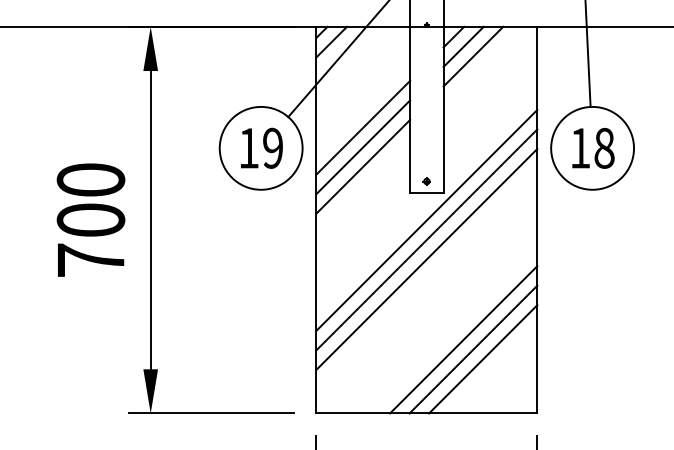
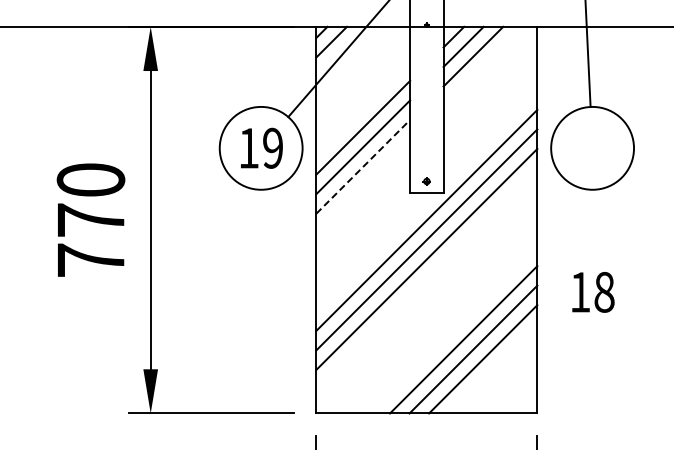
text at (593, 148) position: (593, 148) -> (593, 292)
line at (363, 166): solid -> dashed
text at (90, 219): 700 -> 770
